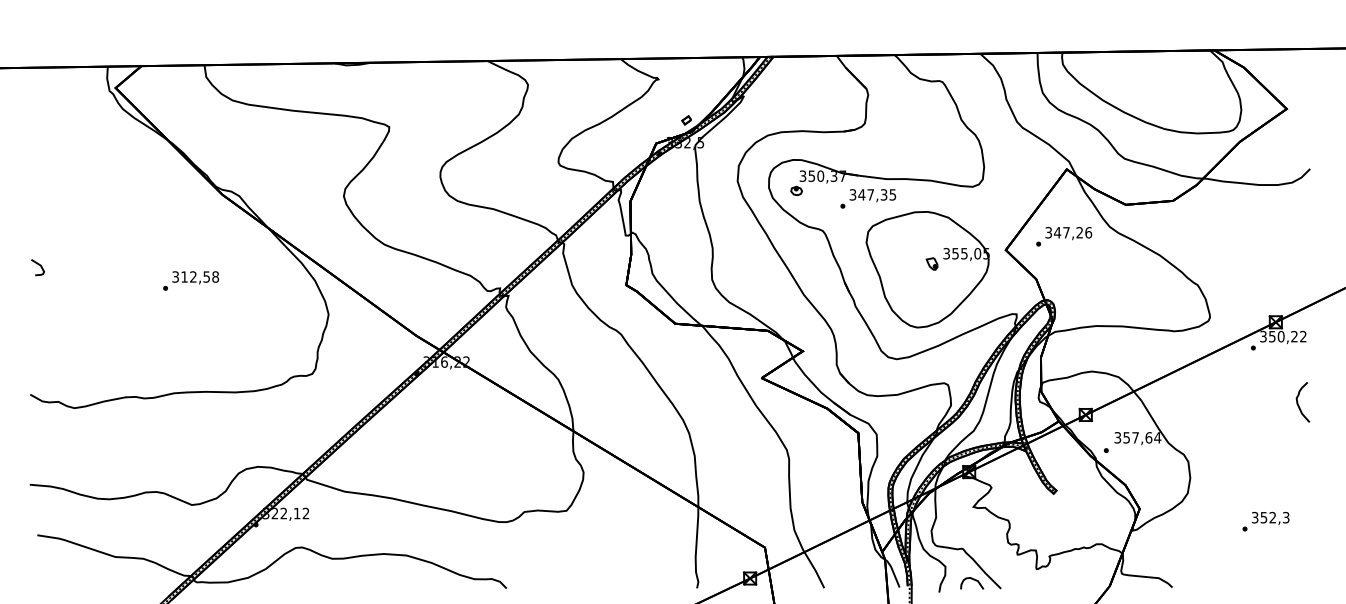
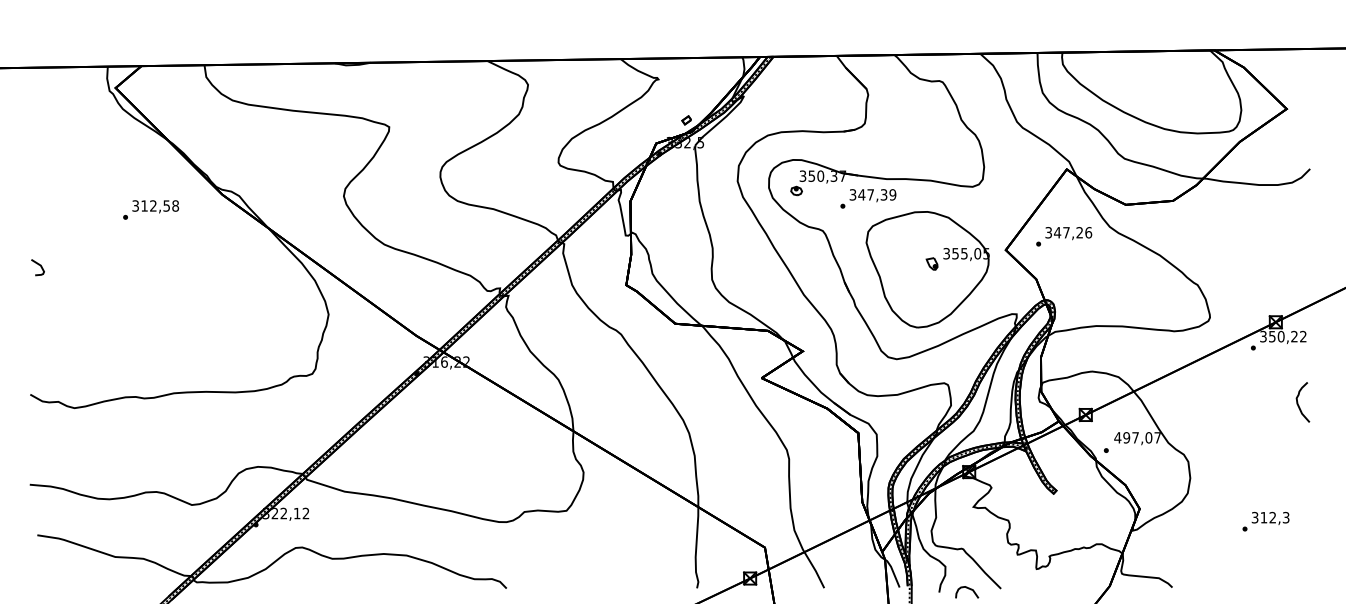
text at (892, 194): 347,35 -> 347,39
text at (191, 280) position: (191, 280) -> (151, 209)
text at (1137, 437): 357,64 -> 497,07
text at (1263, 517): 352,3 -> 312,3
curve at (973, 580) position: (973, 580) -> (968, 589)
